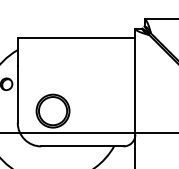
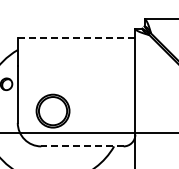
line at (76, 38): solid -> dashed
line at (81, 146): solid -> dashed
